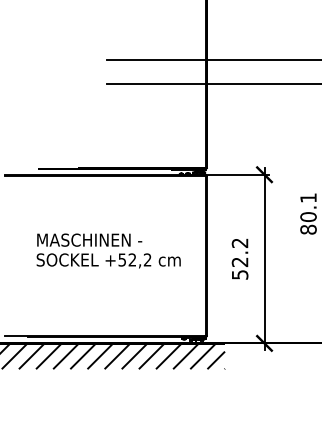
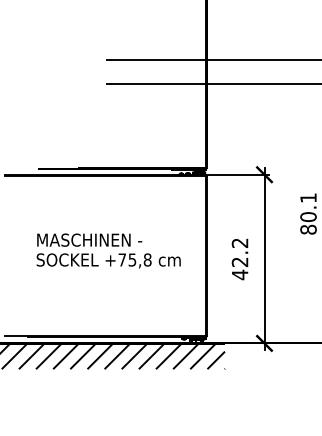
text at (134, 259): +52,2 -> +75,8
text at (240, 274): 52.2 -> 42.2
